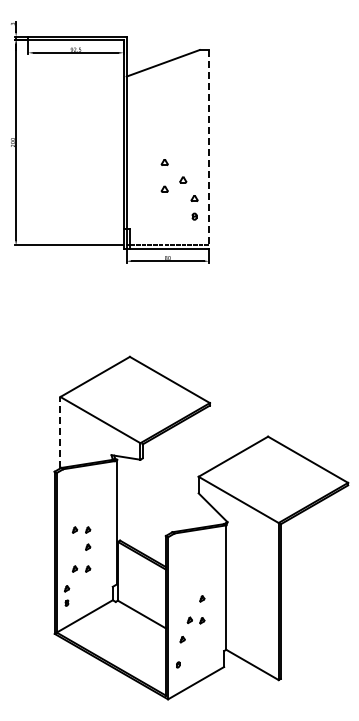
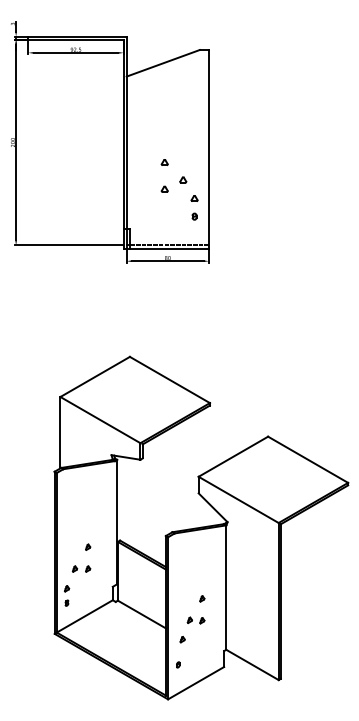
line at (208, 149): dashed -> solid
line at (60, 432): dashed -> solid
part at (81, 529): present -> none
